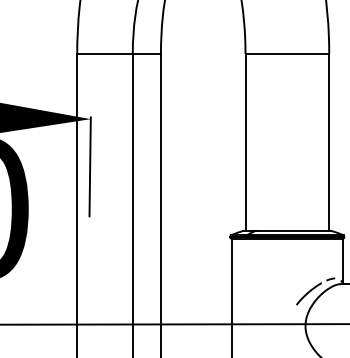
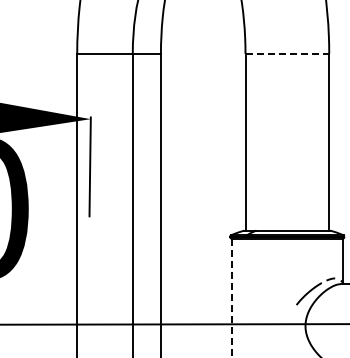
line at (287, 53): solid -> dashed
line at (231, 298): solid -> dashed
